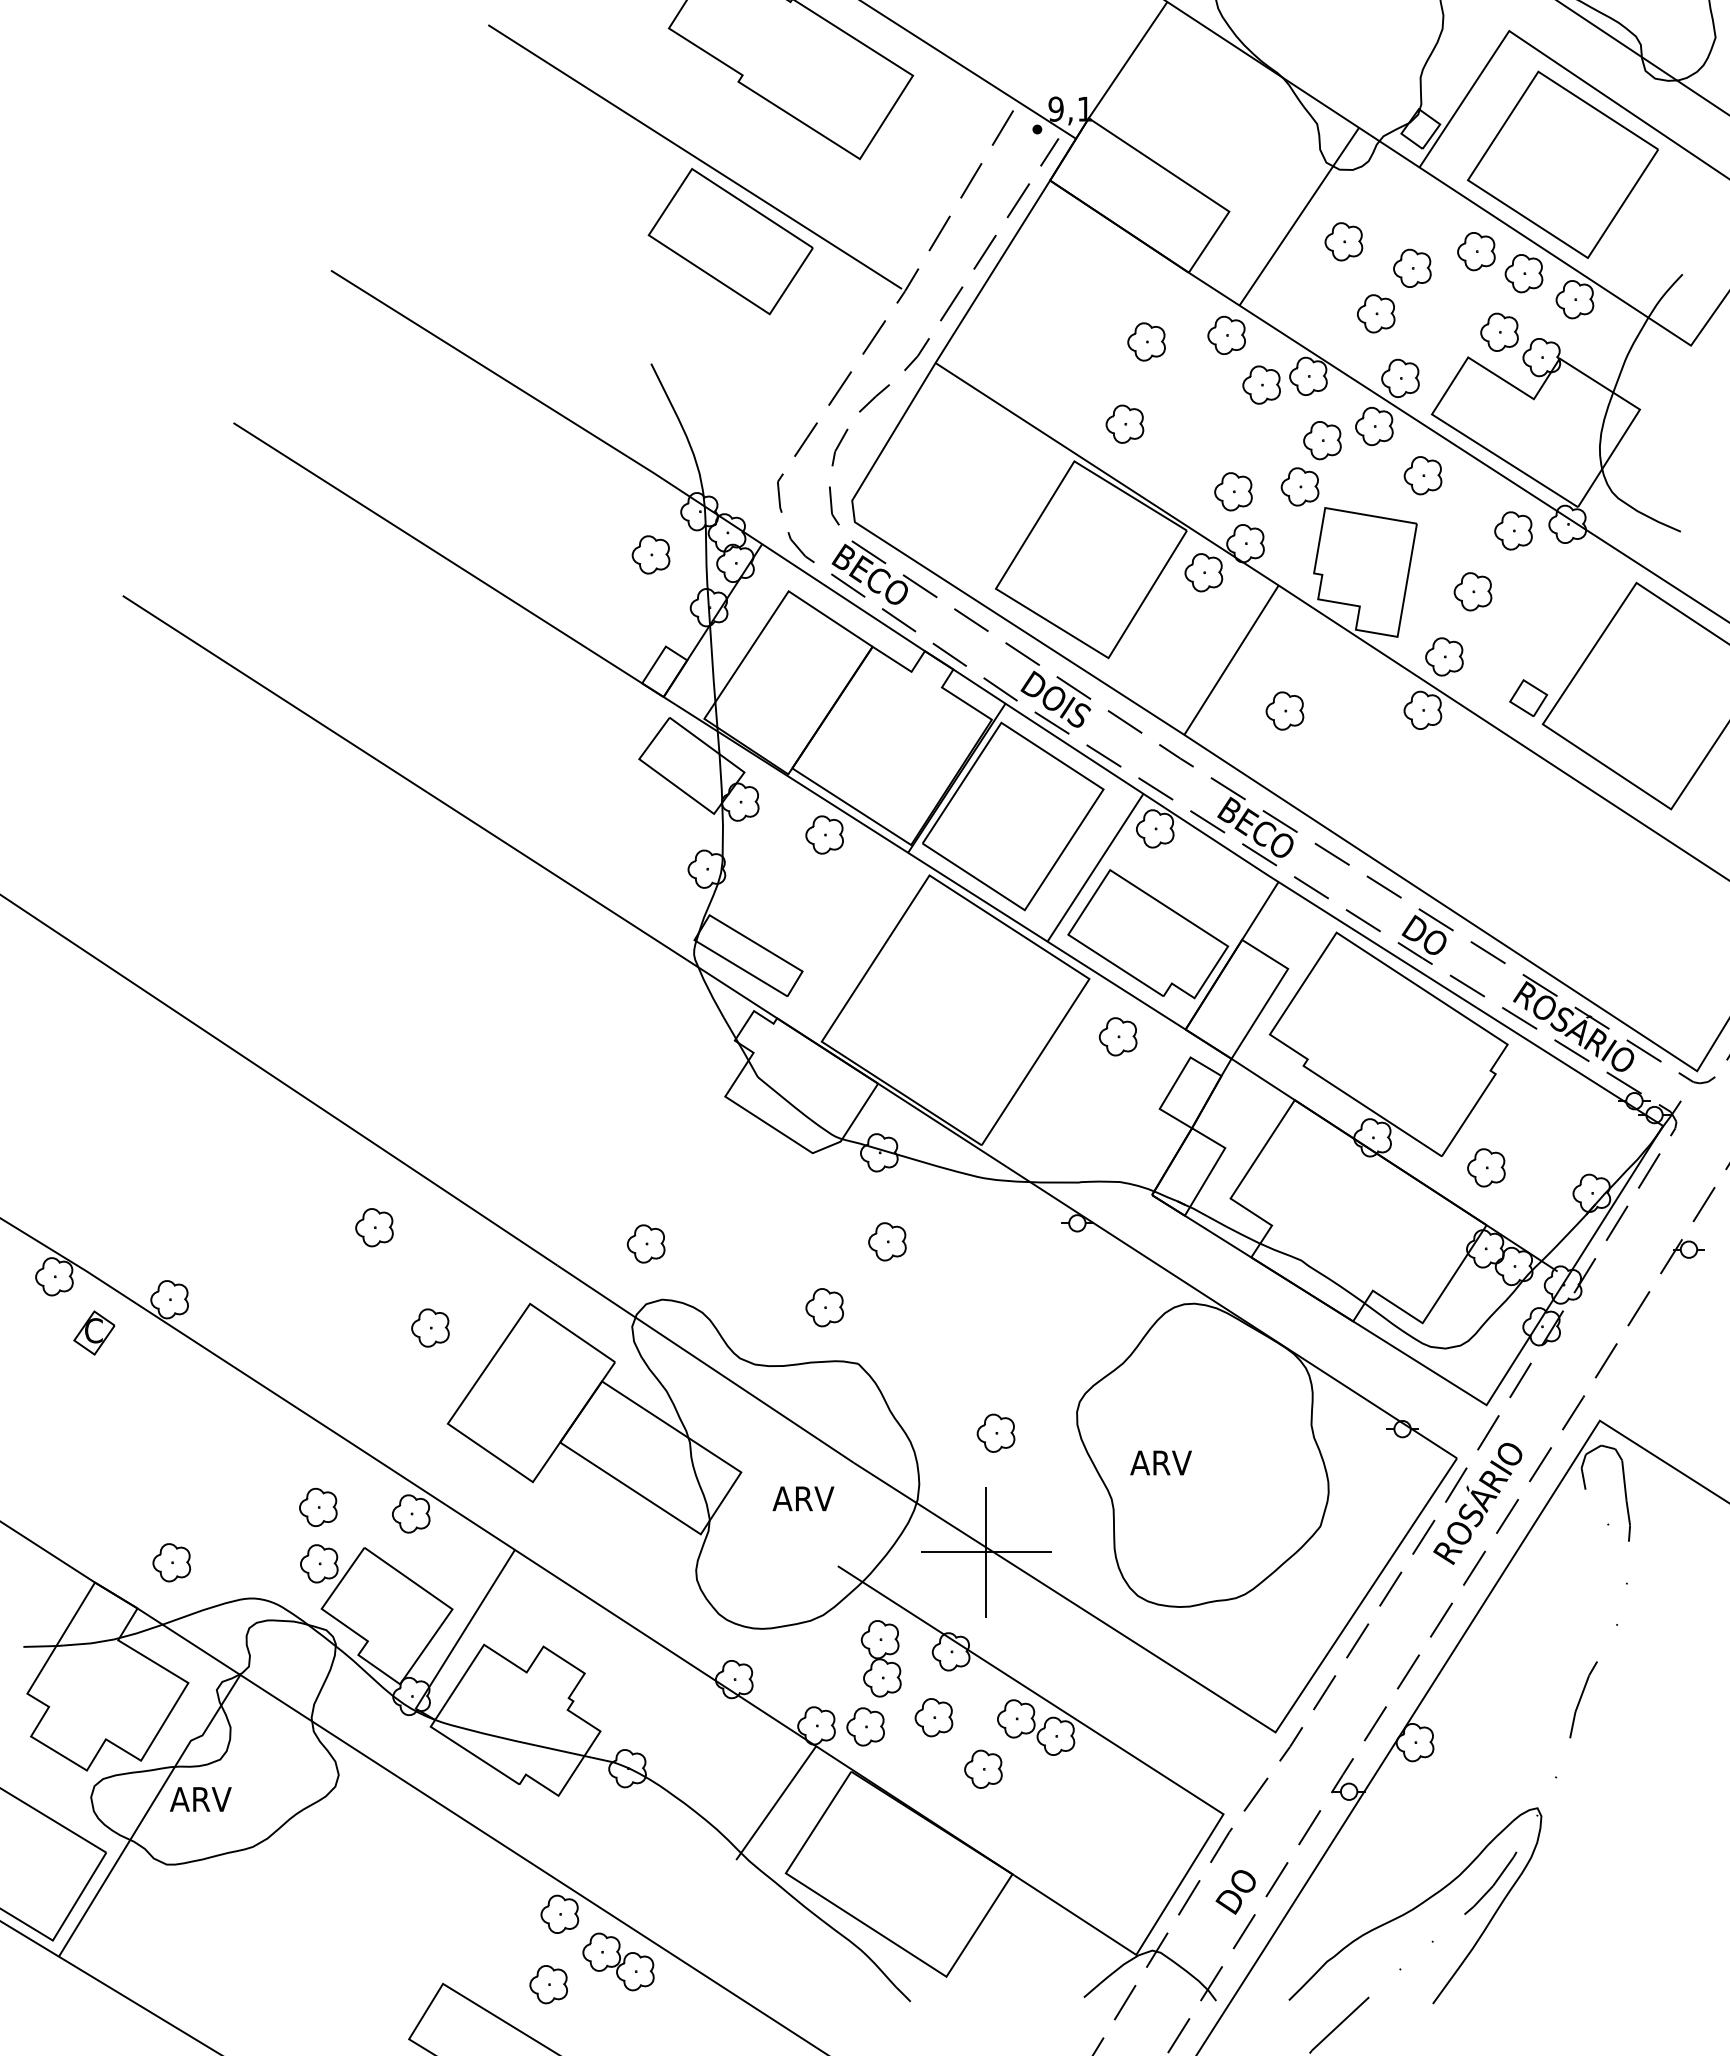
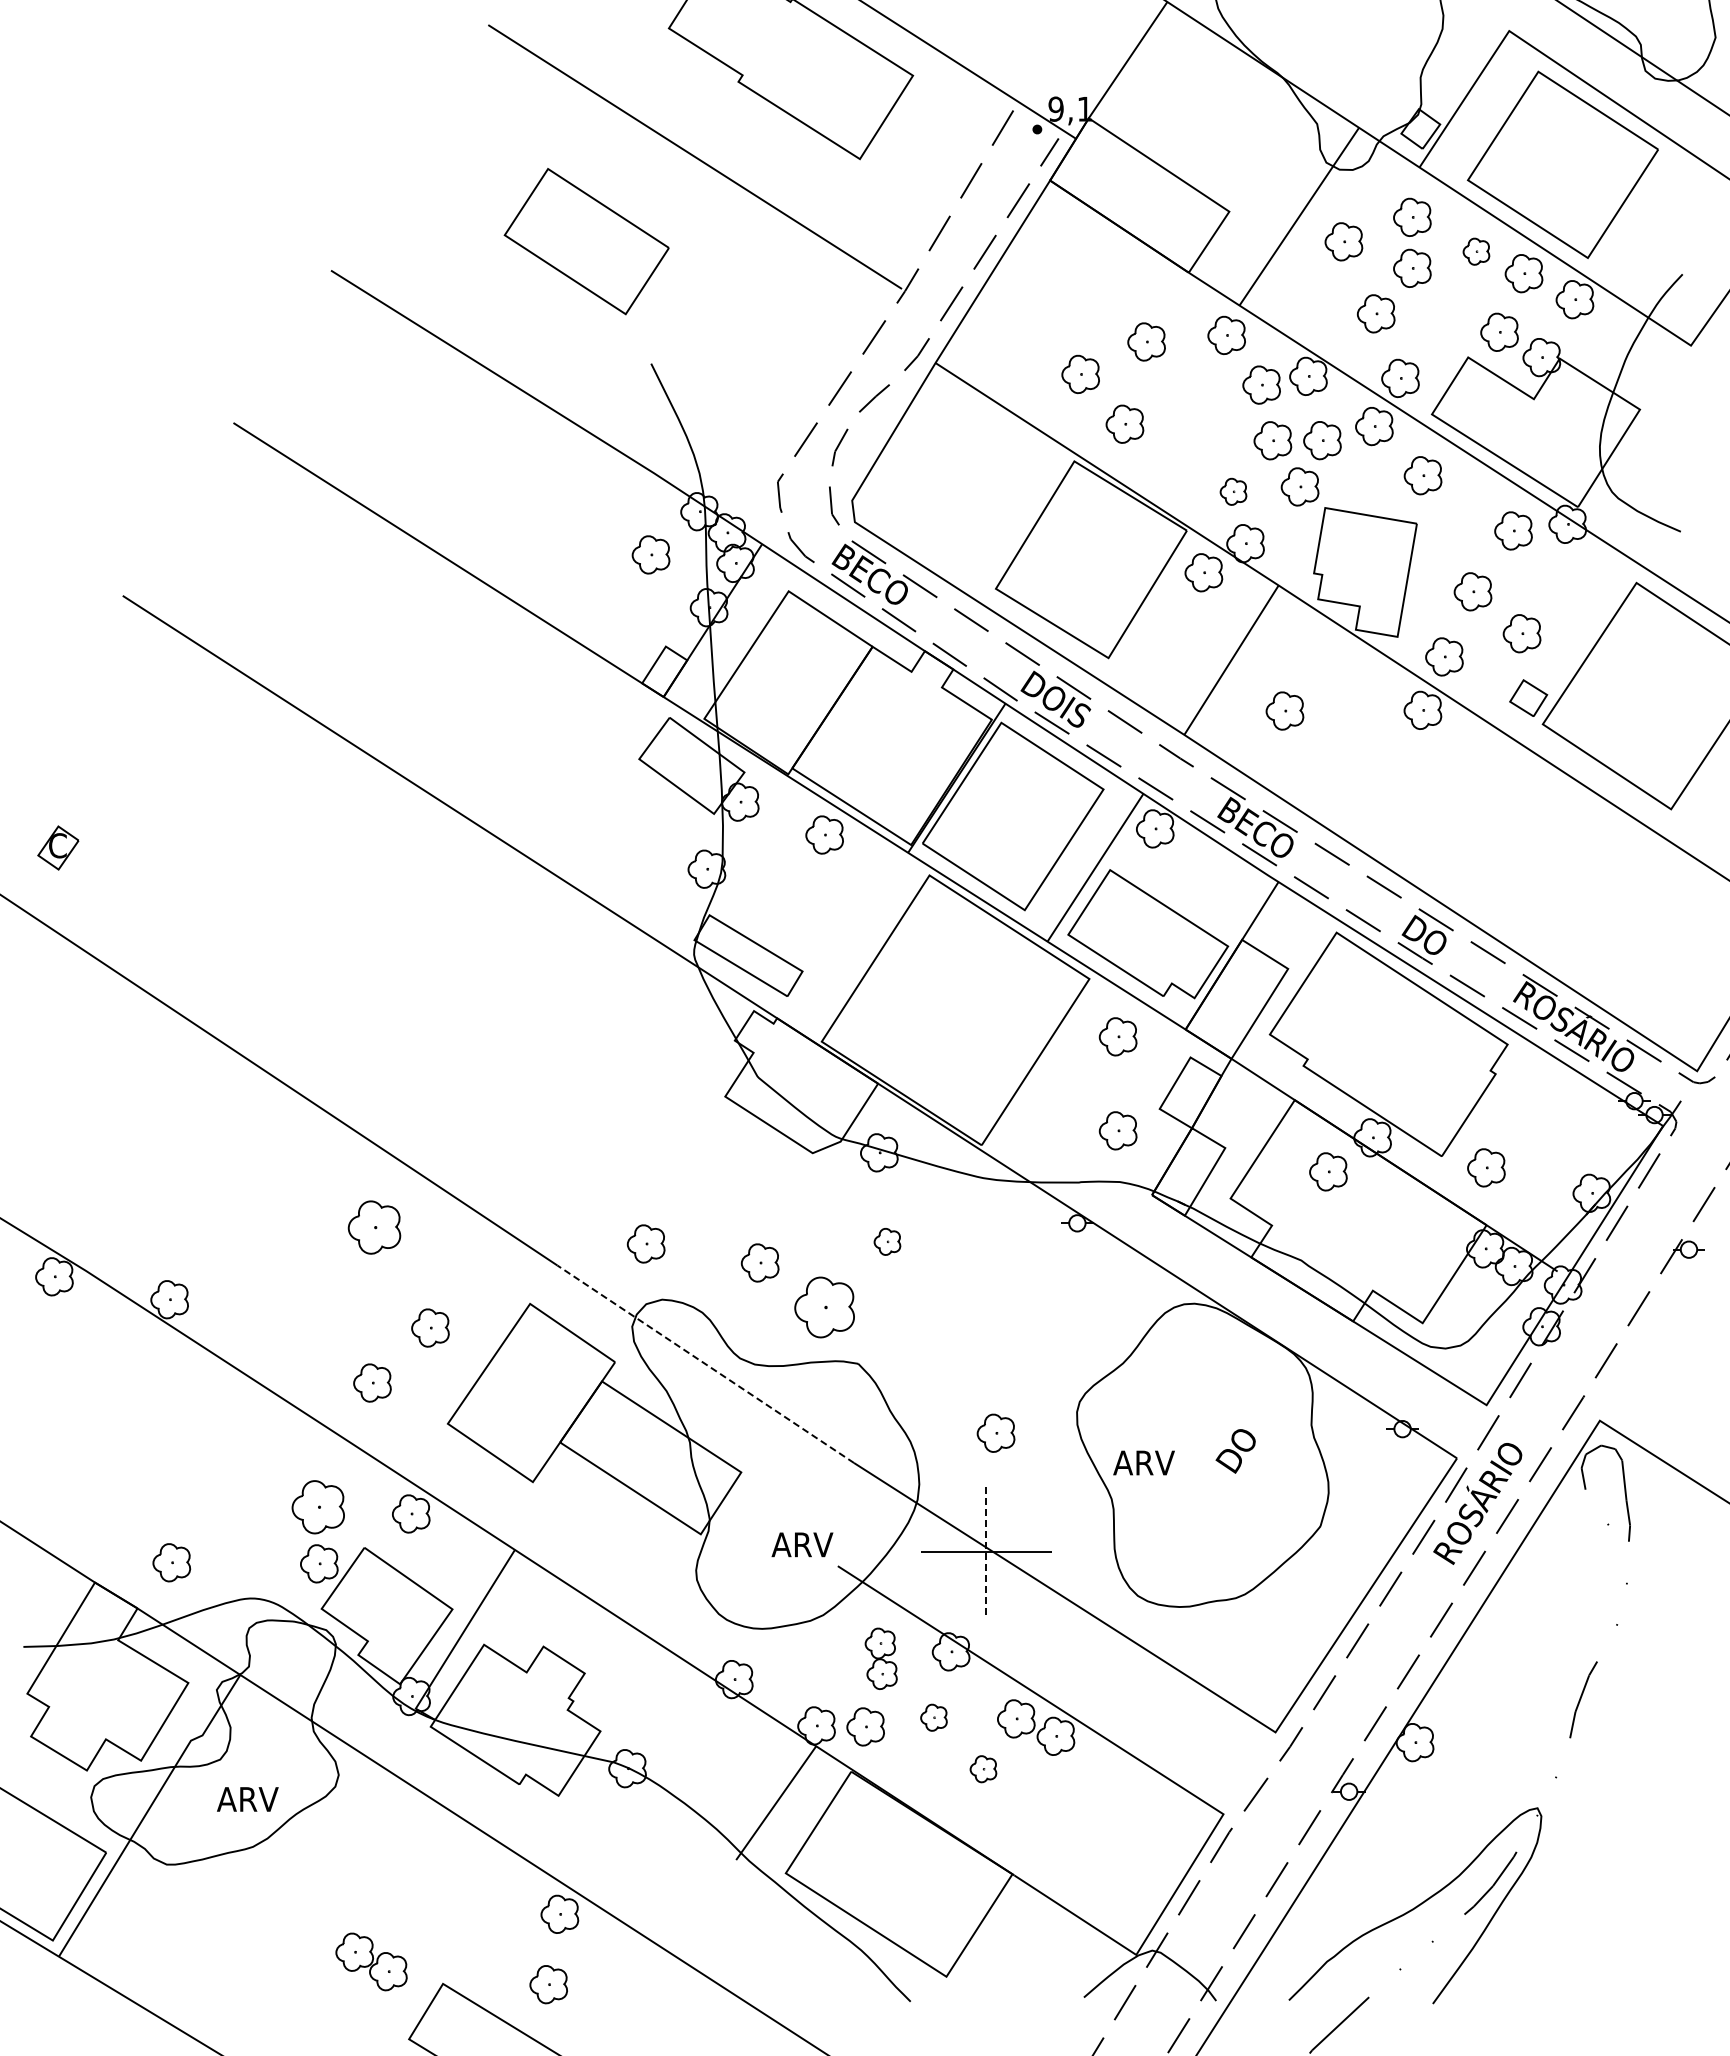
part at (1412, 216): none -> present
part at (730, 241) position: (730, 241) -> (586, 241)
part at (1476, 251) size: 39x40 px -> 29x29 px
part at (1080, 374): none -> present
part at (1272, 440): none -> present
part at (1233, 491) size: 39x40 px -> 29x29 px
part at (1521, 633): none -> present
part at (1117, 1130): none -> present
part at (1328, 1171): none -> present
part at (374, 1227) size: 39x40 px -> 55x55 px
part at (887, 1241) size: 39x40 px -> 29x28 px
part at (759, 1262): none -> present
part at (824, 1307) size: 40x40 px -> 61x63 px
part at (94, 1332) position: (94, 1332) -> (58, 847)
line at (705, 1364): solid -> dashed
part at (372, 1382): none -> present
text at (1160, 1462) position: (1160, 1462) -> (1143, 1462)
text at (803, 1498) position: (803, 1498) -> (802, 1544)
part at (318, 1507) size: 39x40 px -> 54x55 px
line at (986, 1552): solid -> dashed
part at (880, 1658) size: 42x78 px -> 34x63 px
part at (933, 1717) size: 40x40 px -> 28x29 px
part at (983, 1768) size: 39x40 px -> 29x29 px
text at (200, 1799) position: (200, 1799) -> (247, 1799)
text at (1235, 1892) position: (1235, 1892) -> (1235, 1451)
part at (618, 1961) position: (618, 1961) -> (371, 1961)
